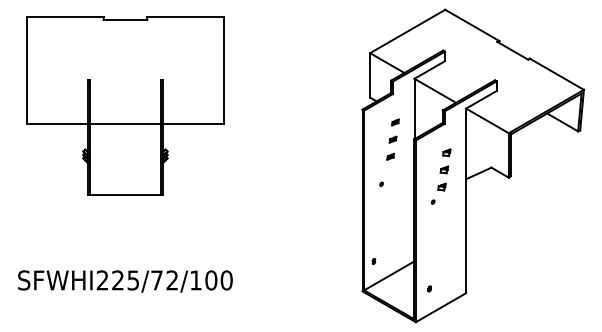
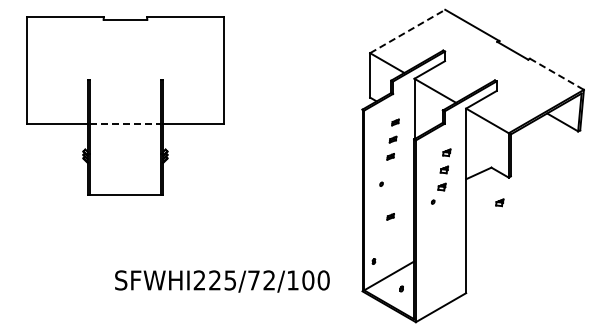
line at (408, 31): solid -> dashed
line at (557, 74): solid -> dashed
line at (125, 123): solid -> dashed
part at (499, 202): none -> present
part at (390, 216): none -> present
text at (125, 281) position: (125, 281) -> (222, 281)
part at (429, 288) position: (429, 288) -> (401, 288)
